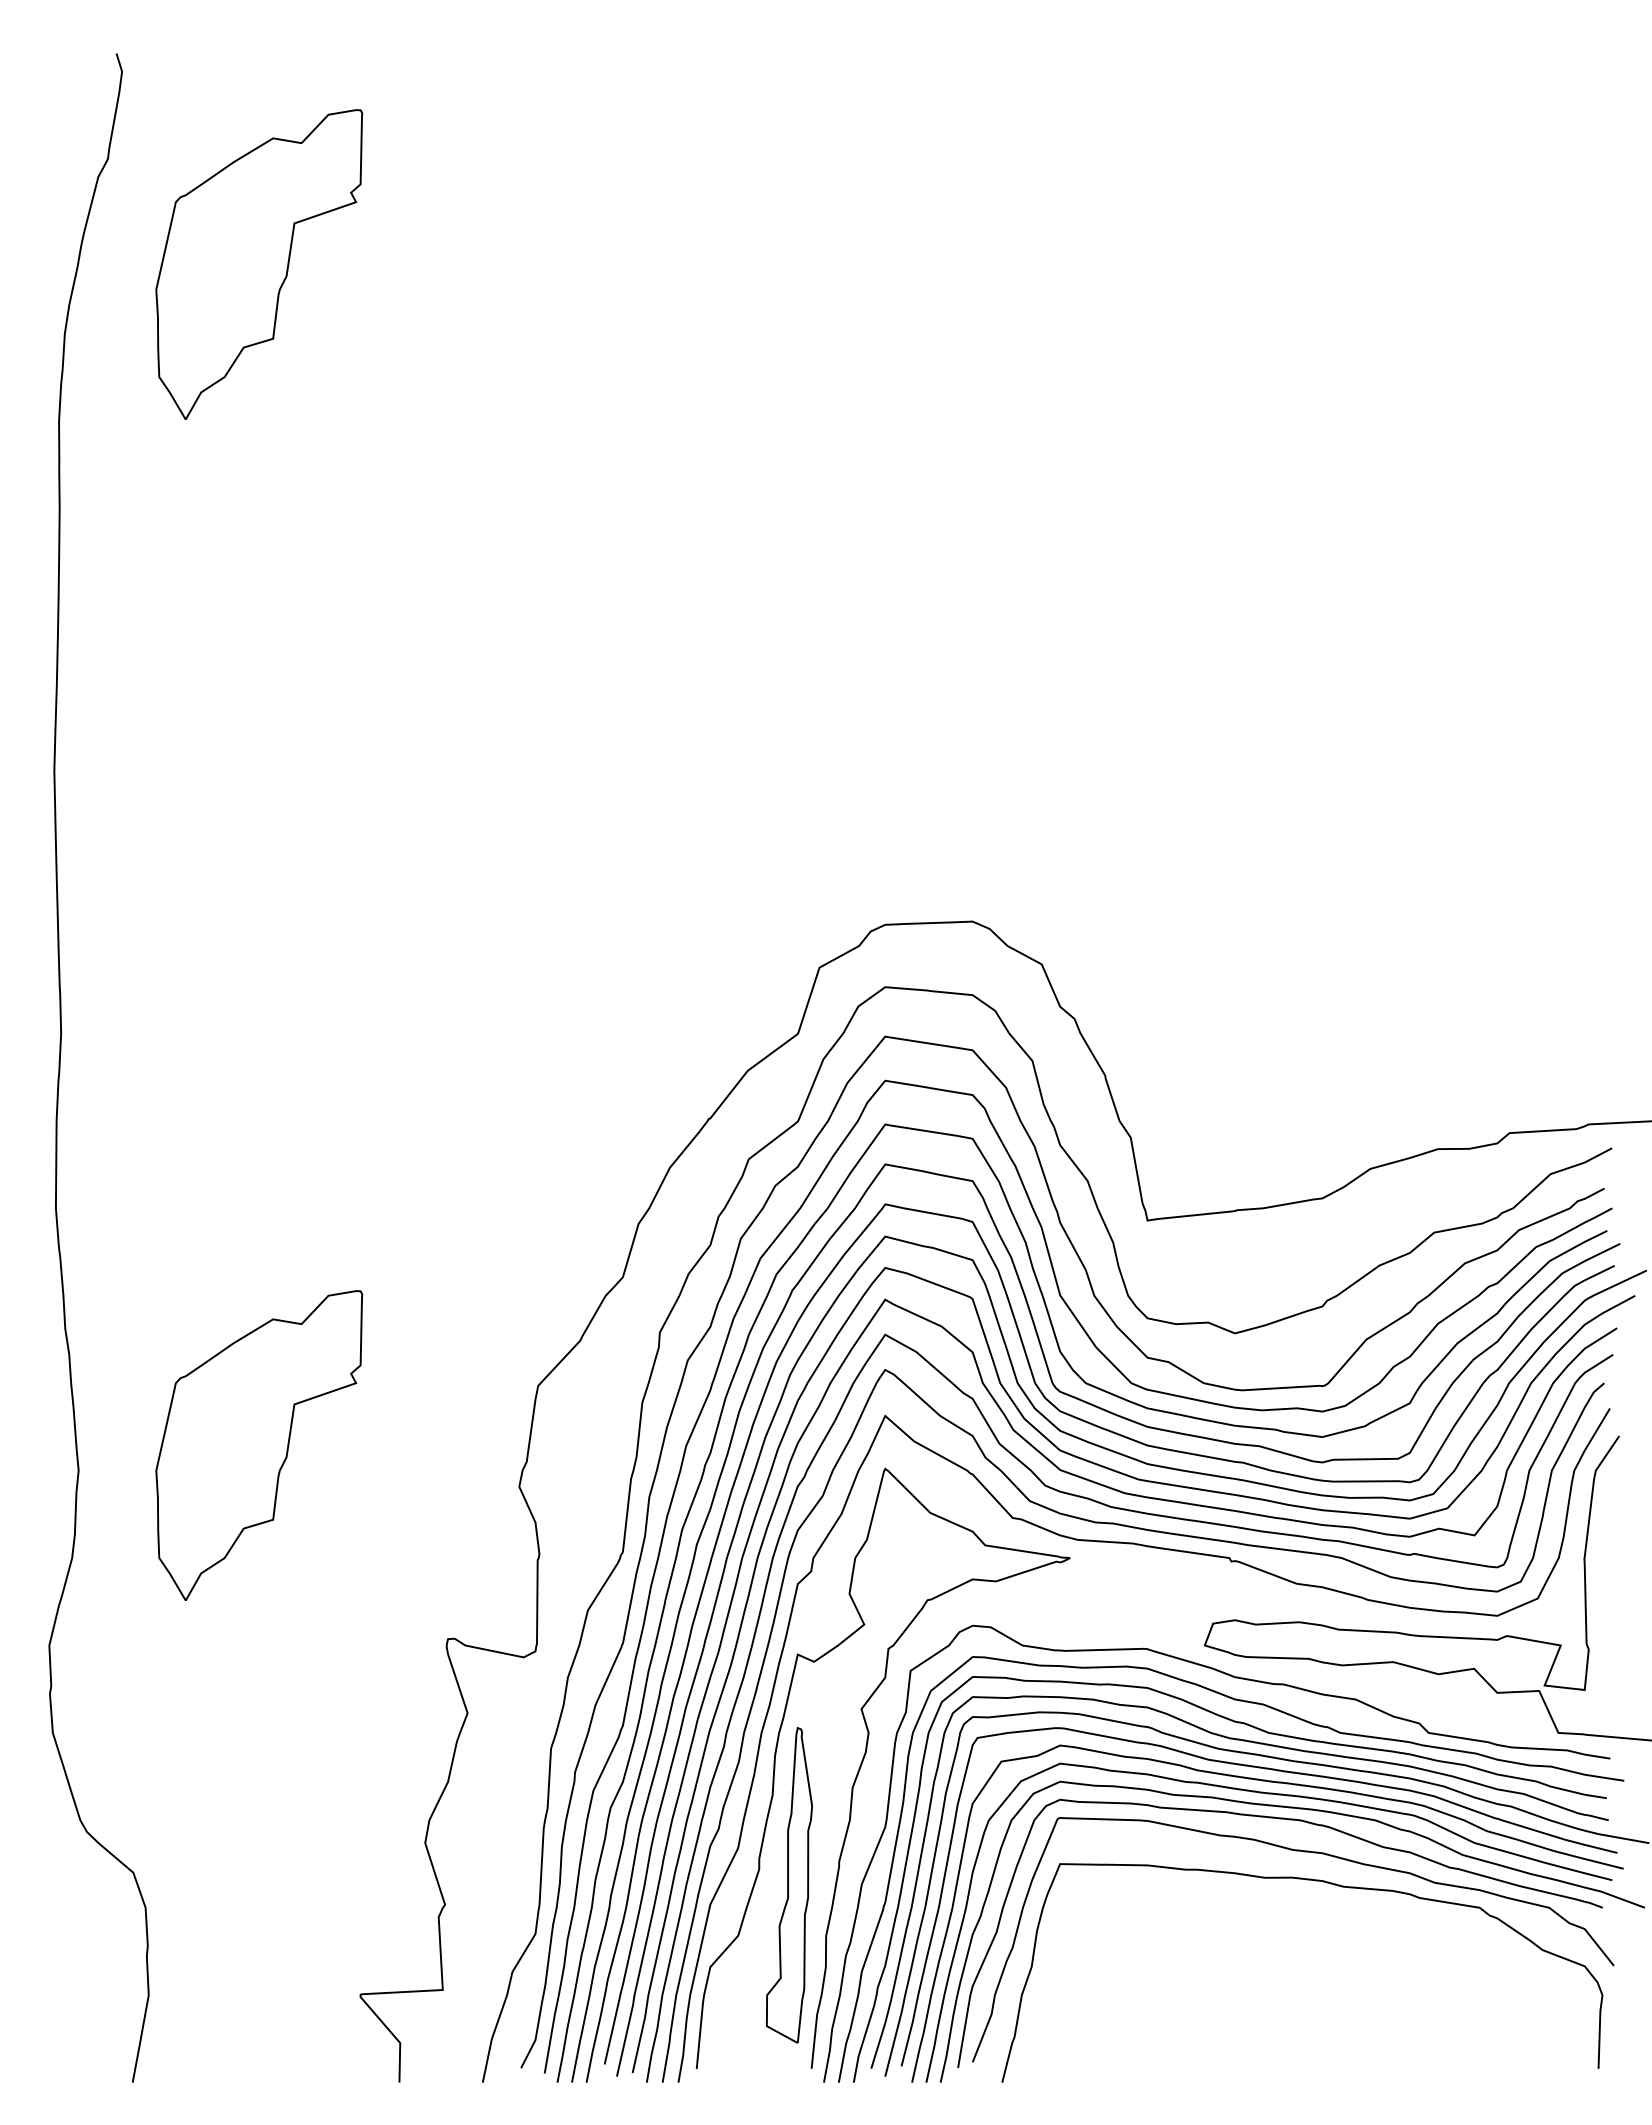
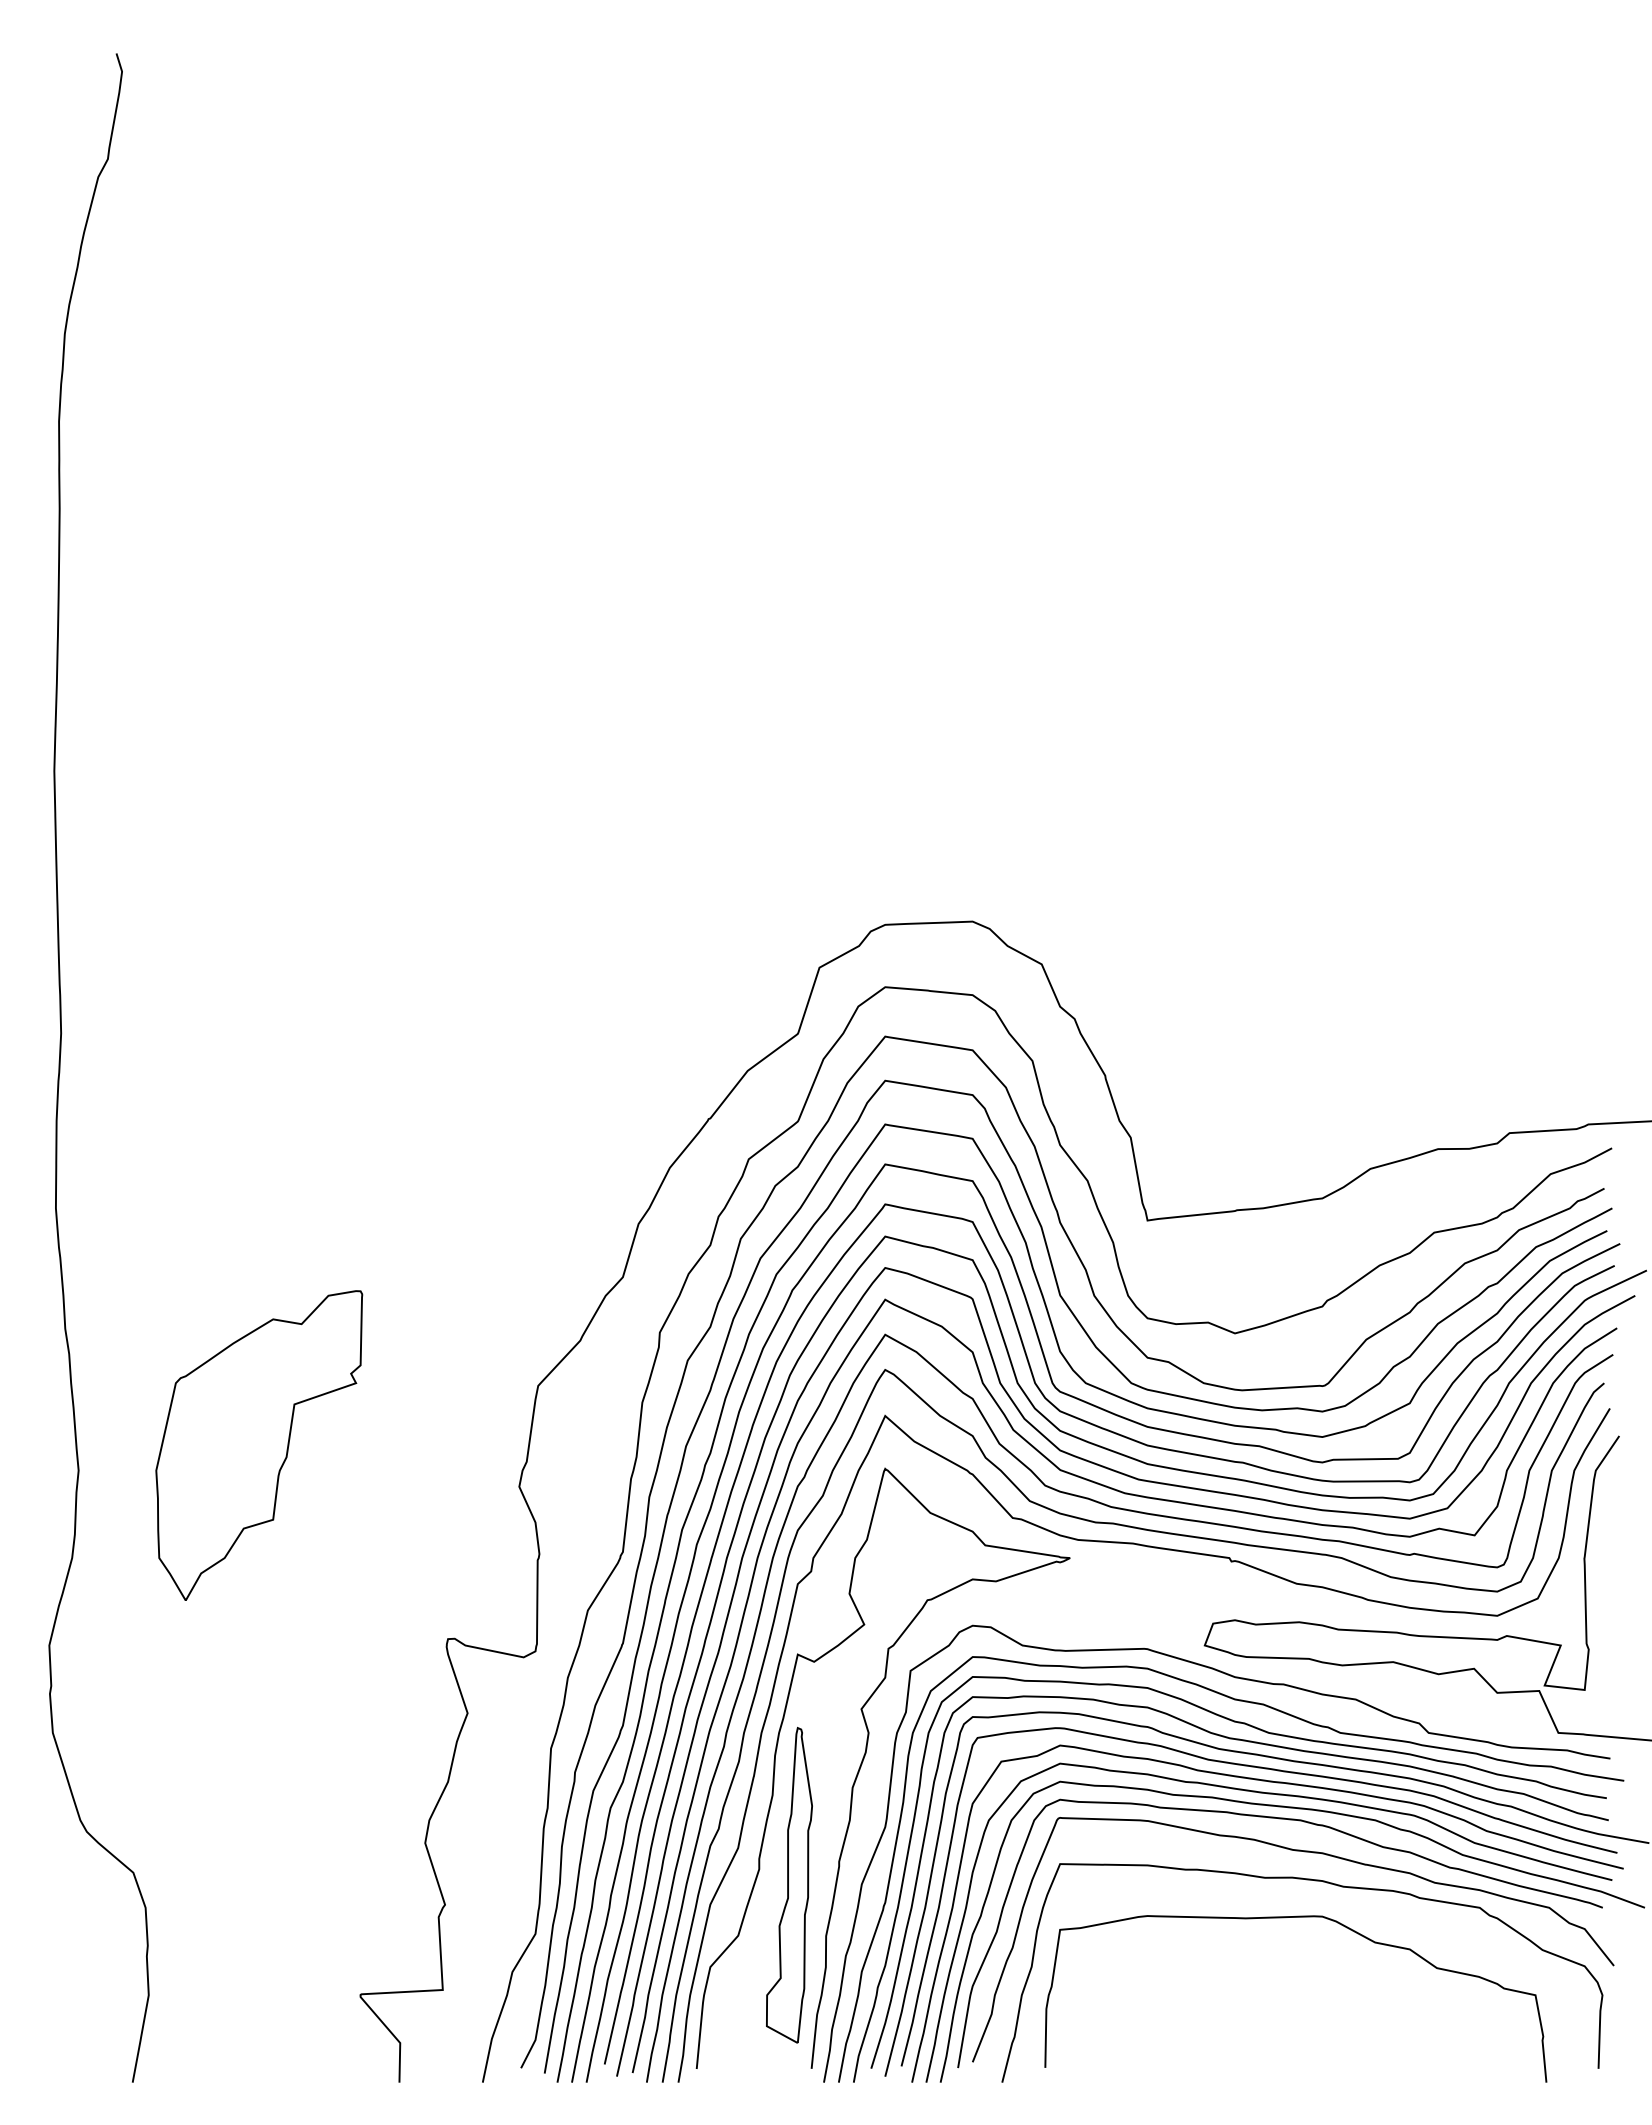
part at (259, 264): present -> none
curve at (1285, 1918): none -> present
